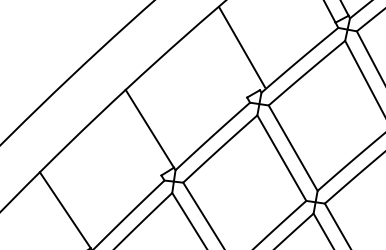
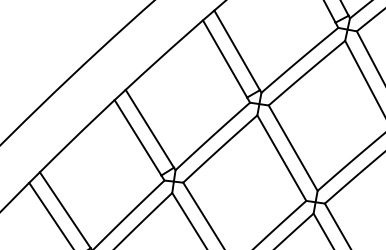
line at (241, 47) position: (241, 47) -> (236, 50)
line at (224, 58): none -> present
line at (137, 137): none -> present
line at (50, 214): none -> present
